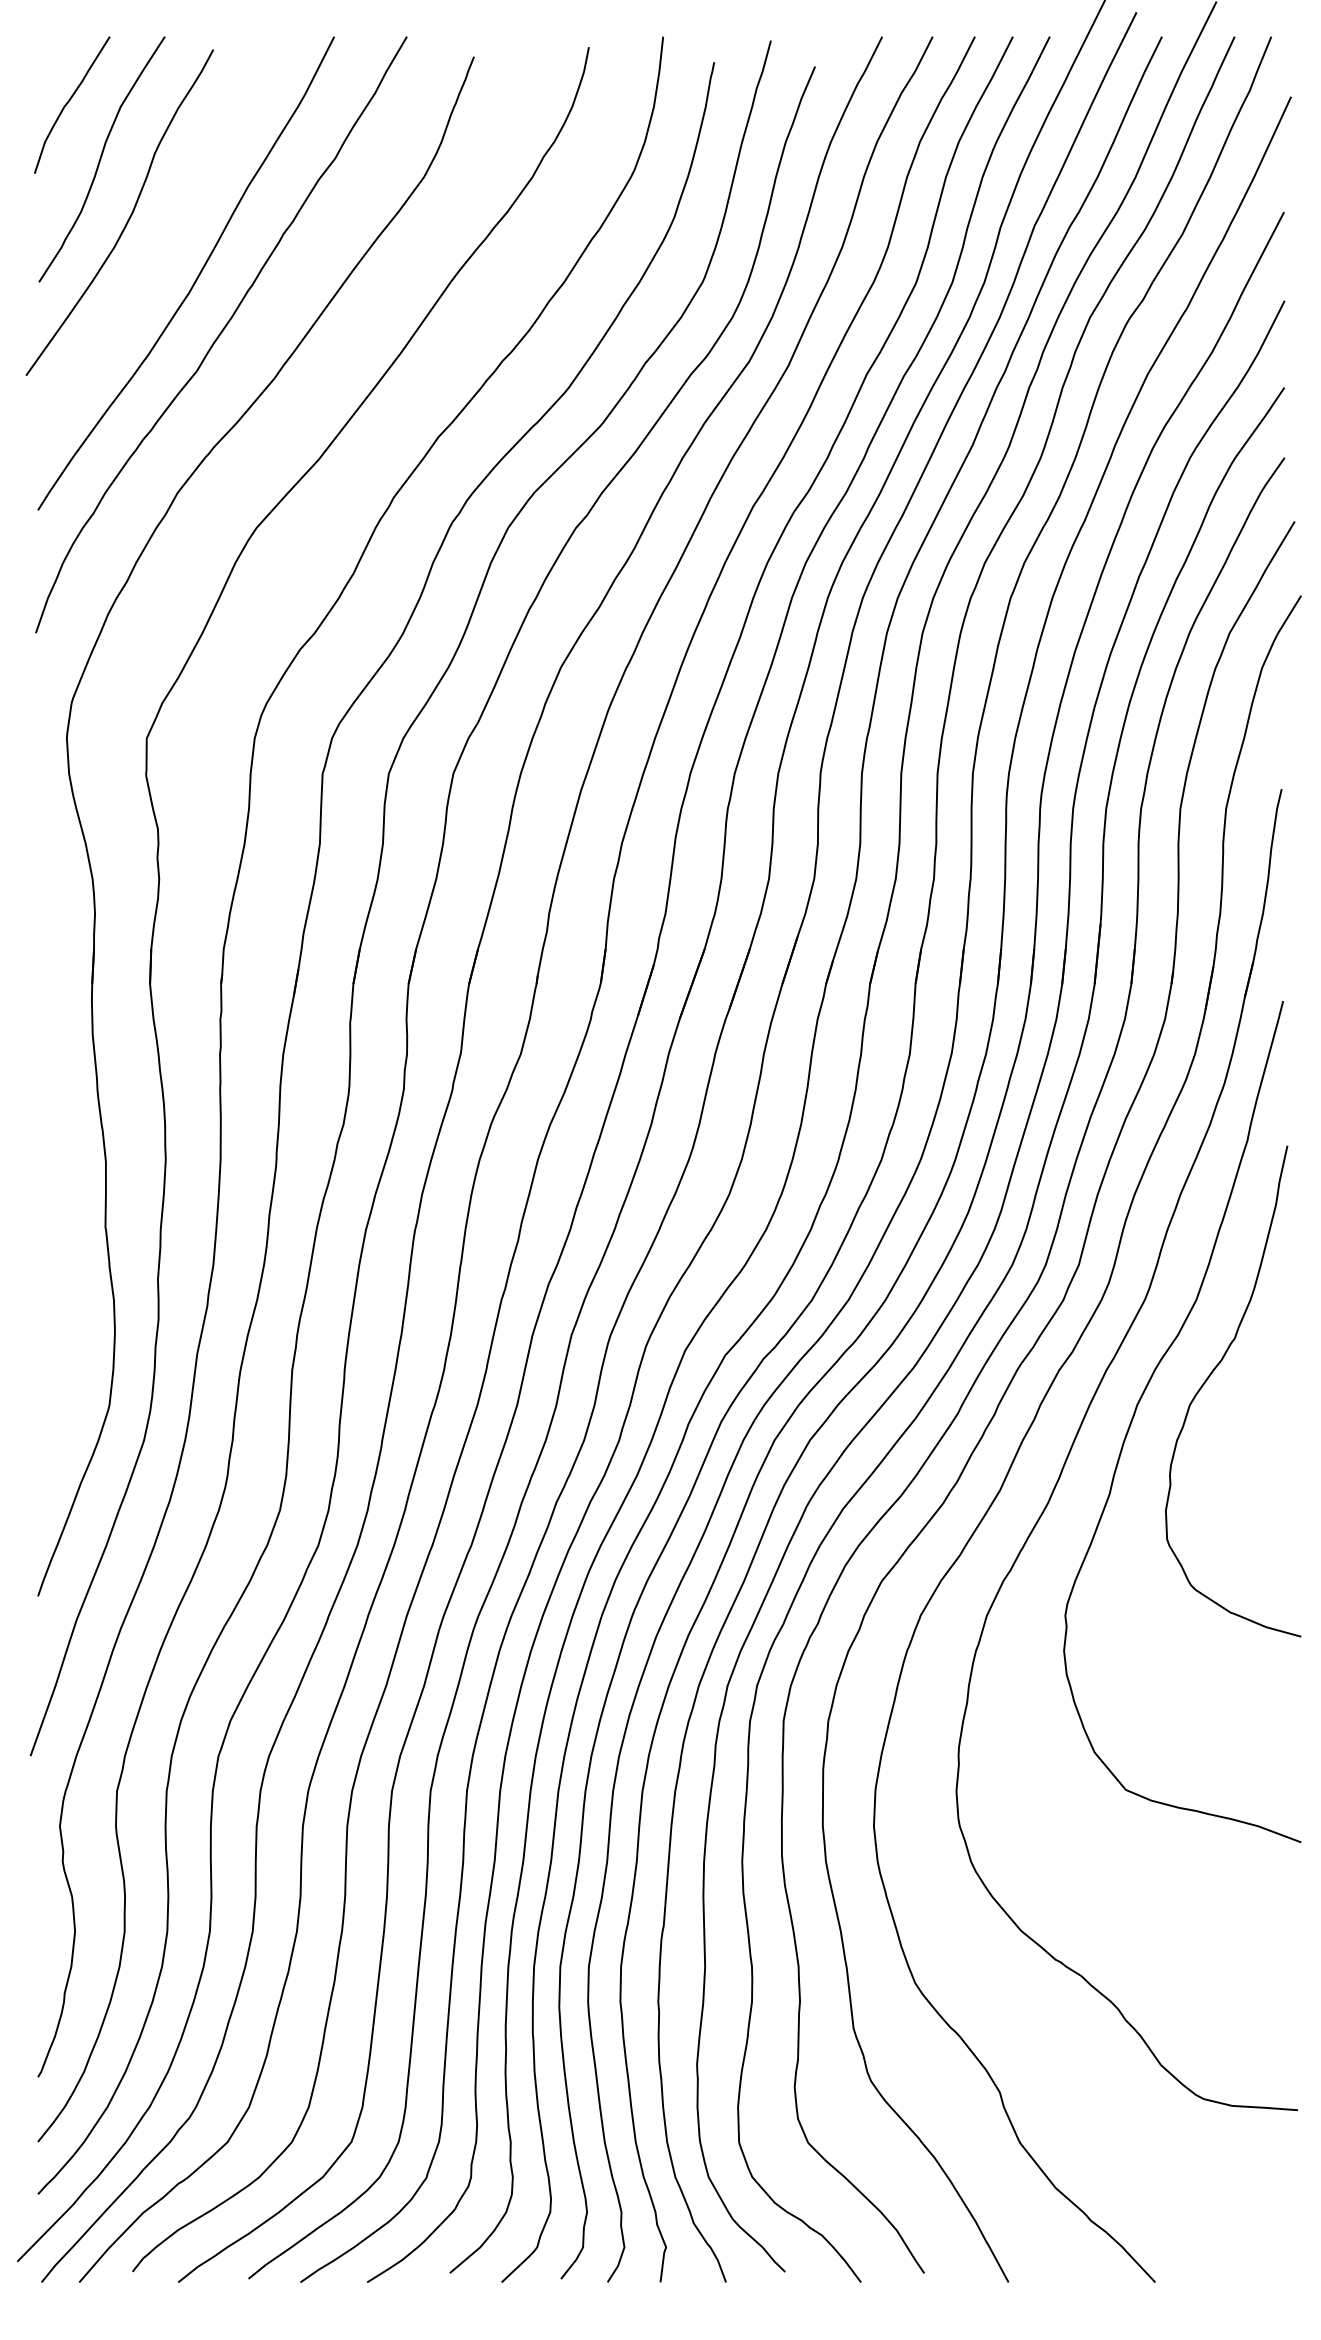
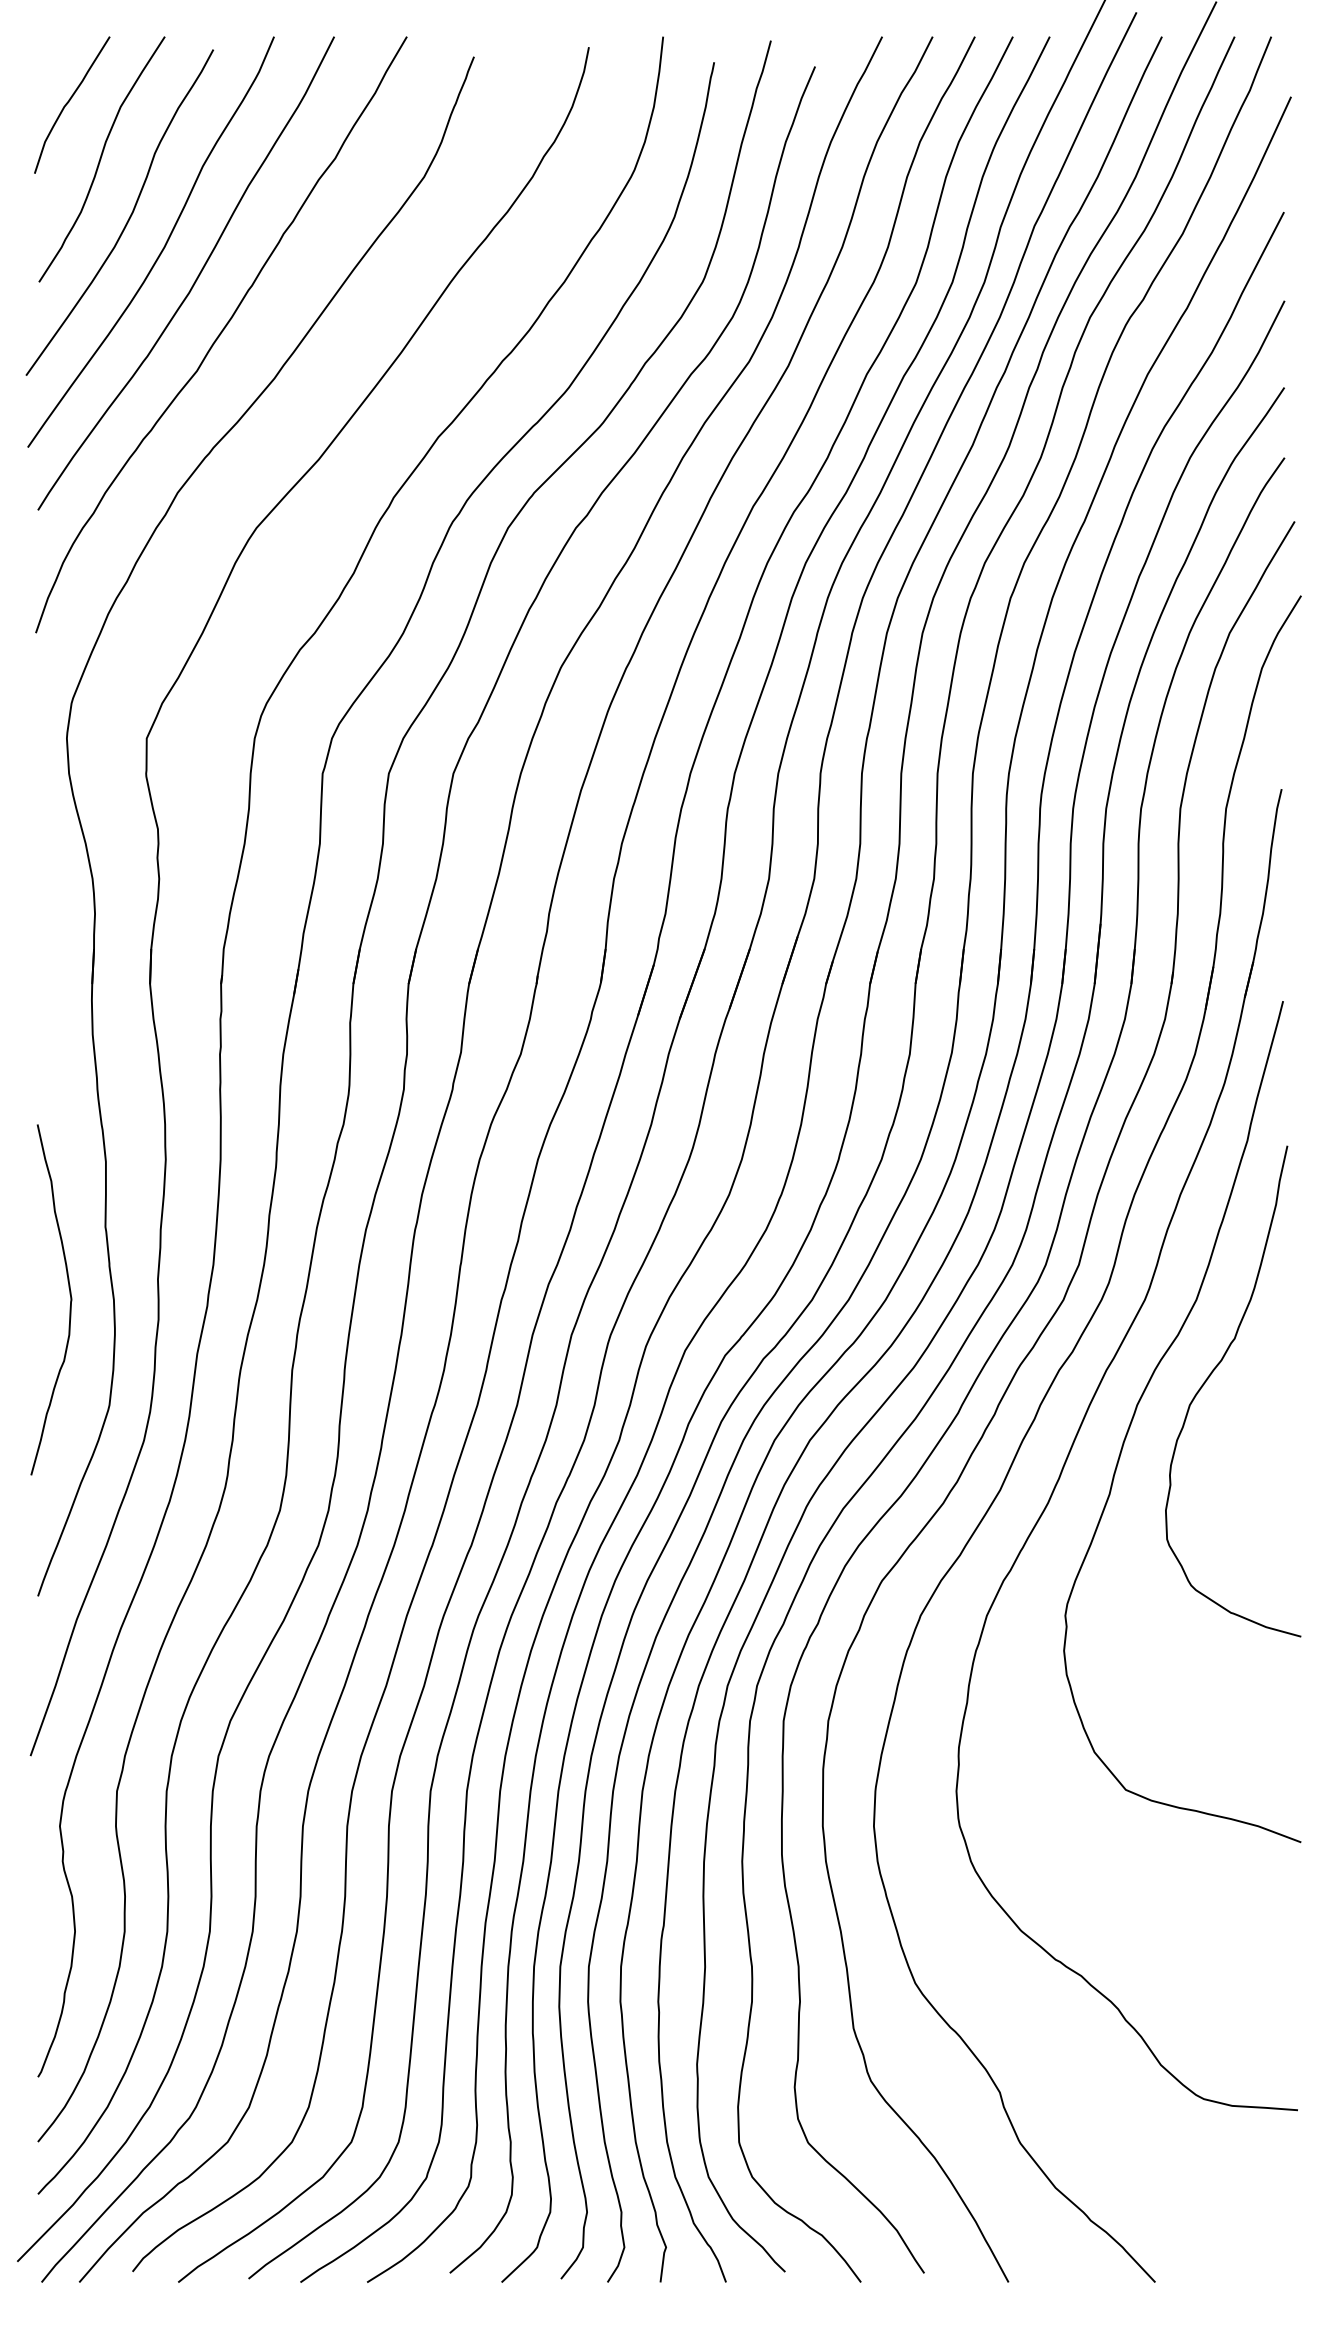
curve at (162, 248): none -> present
curve at (69, 1294): none -> present
